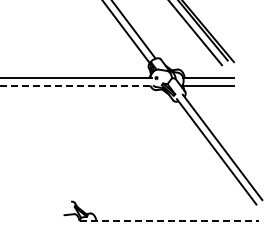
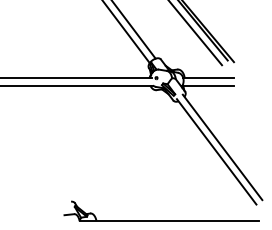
line at (77, 85): dashed -> solid
line at (169, 220): dashed -> solid
